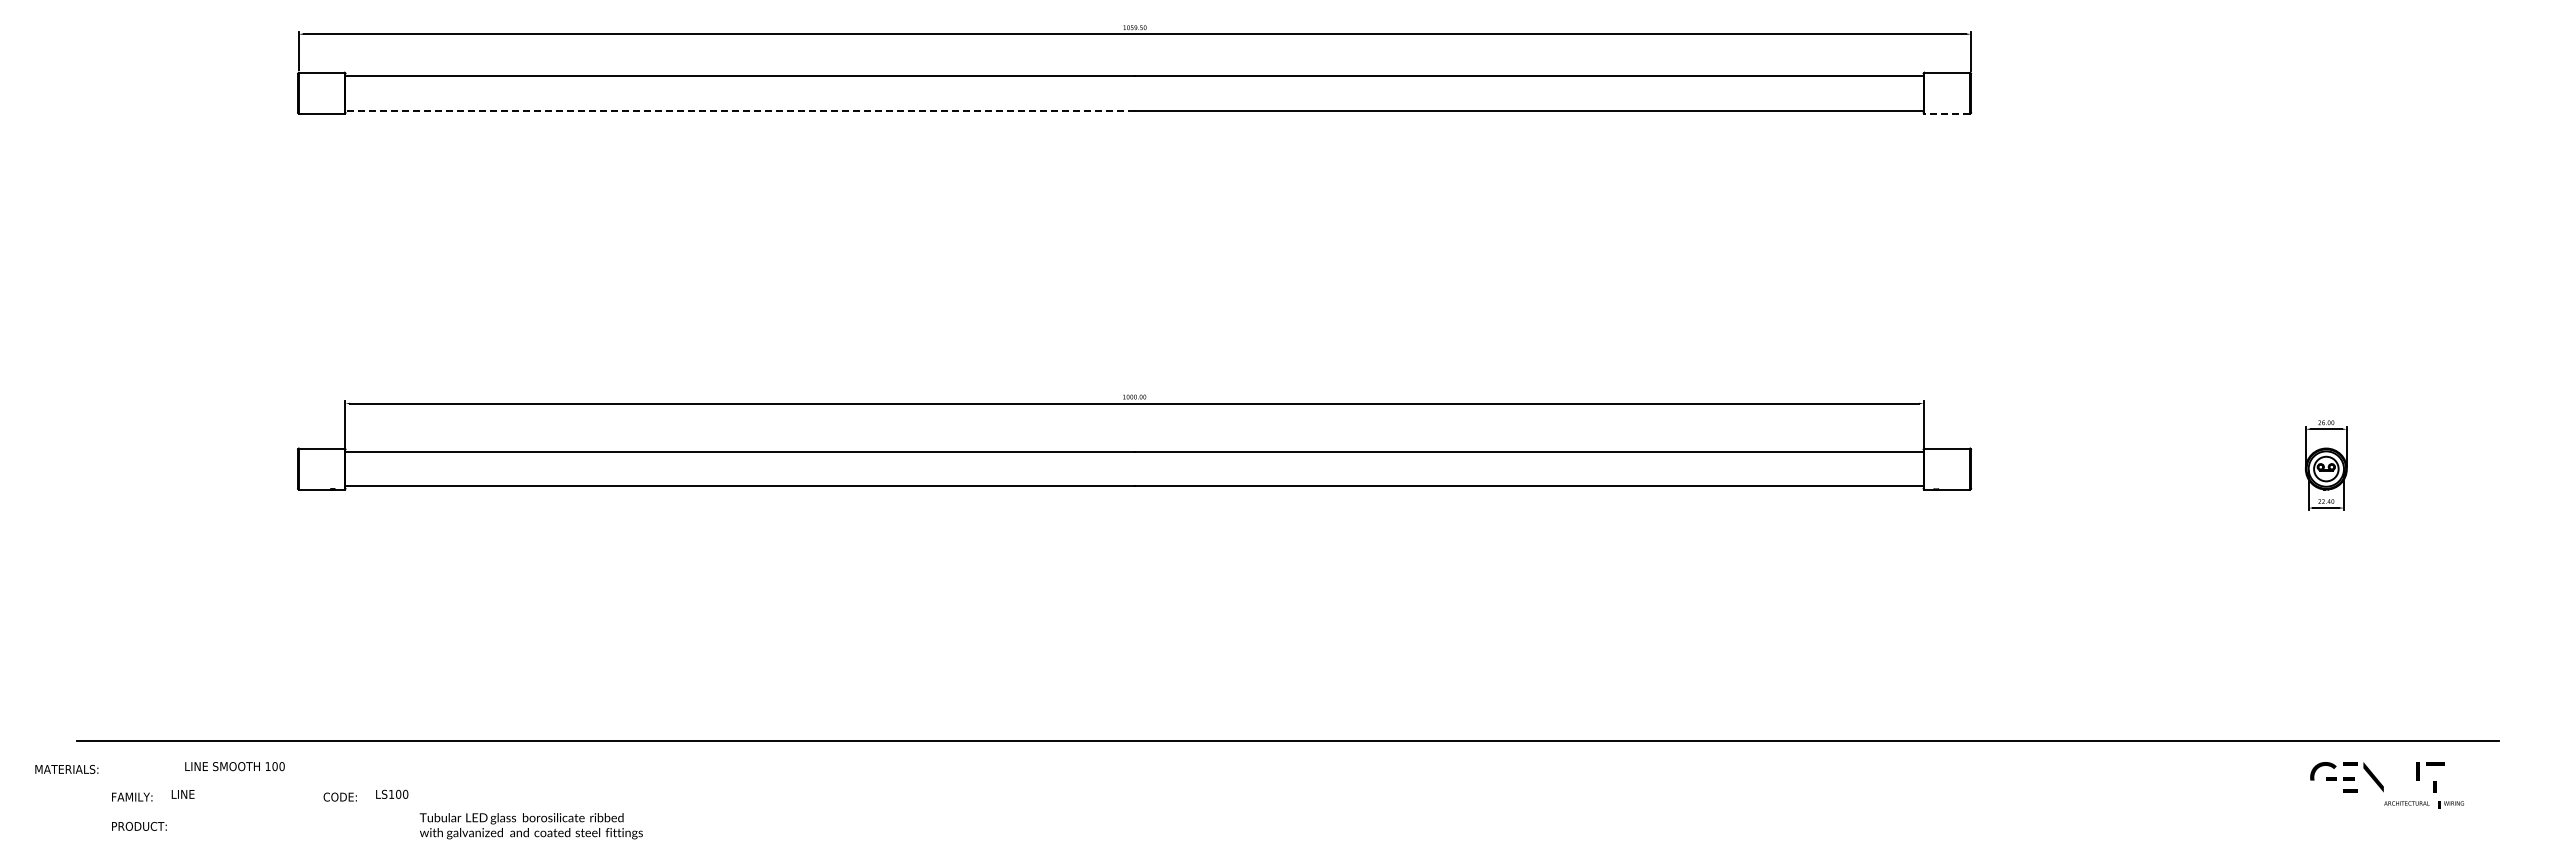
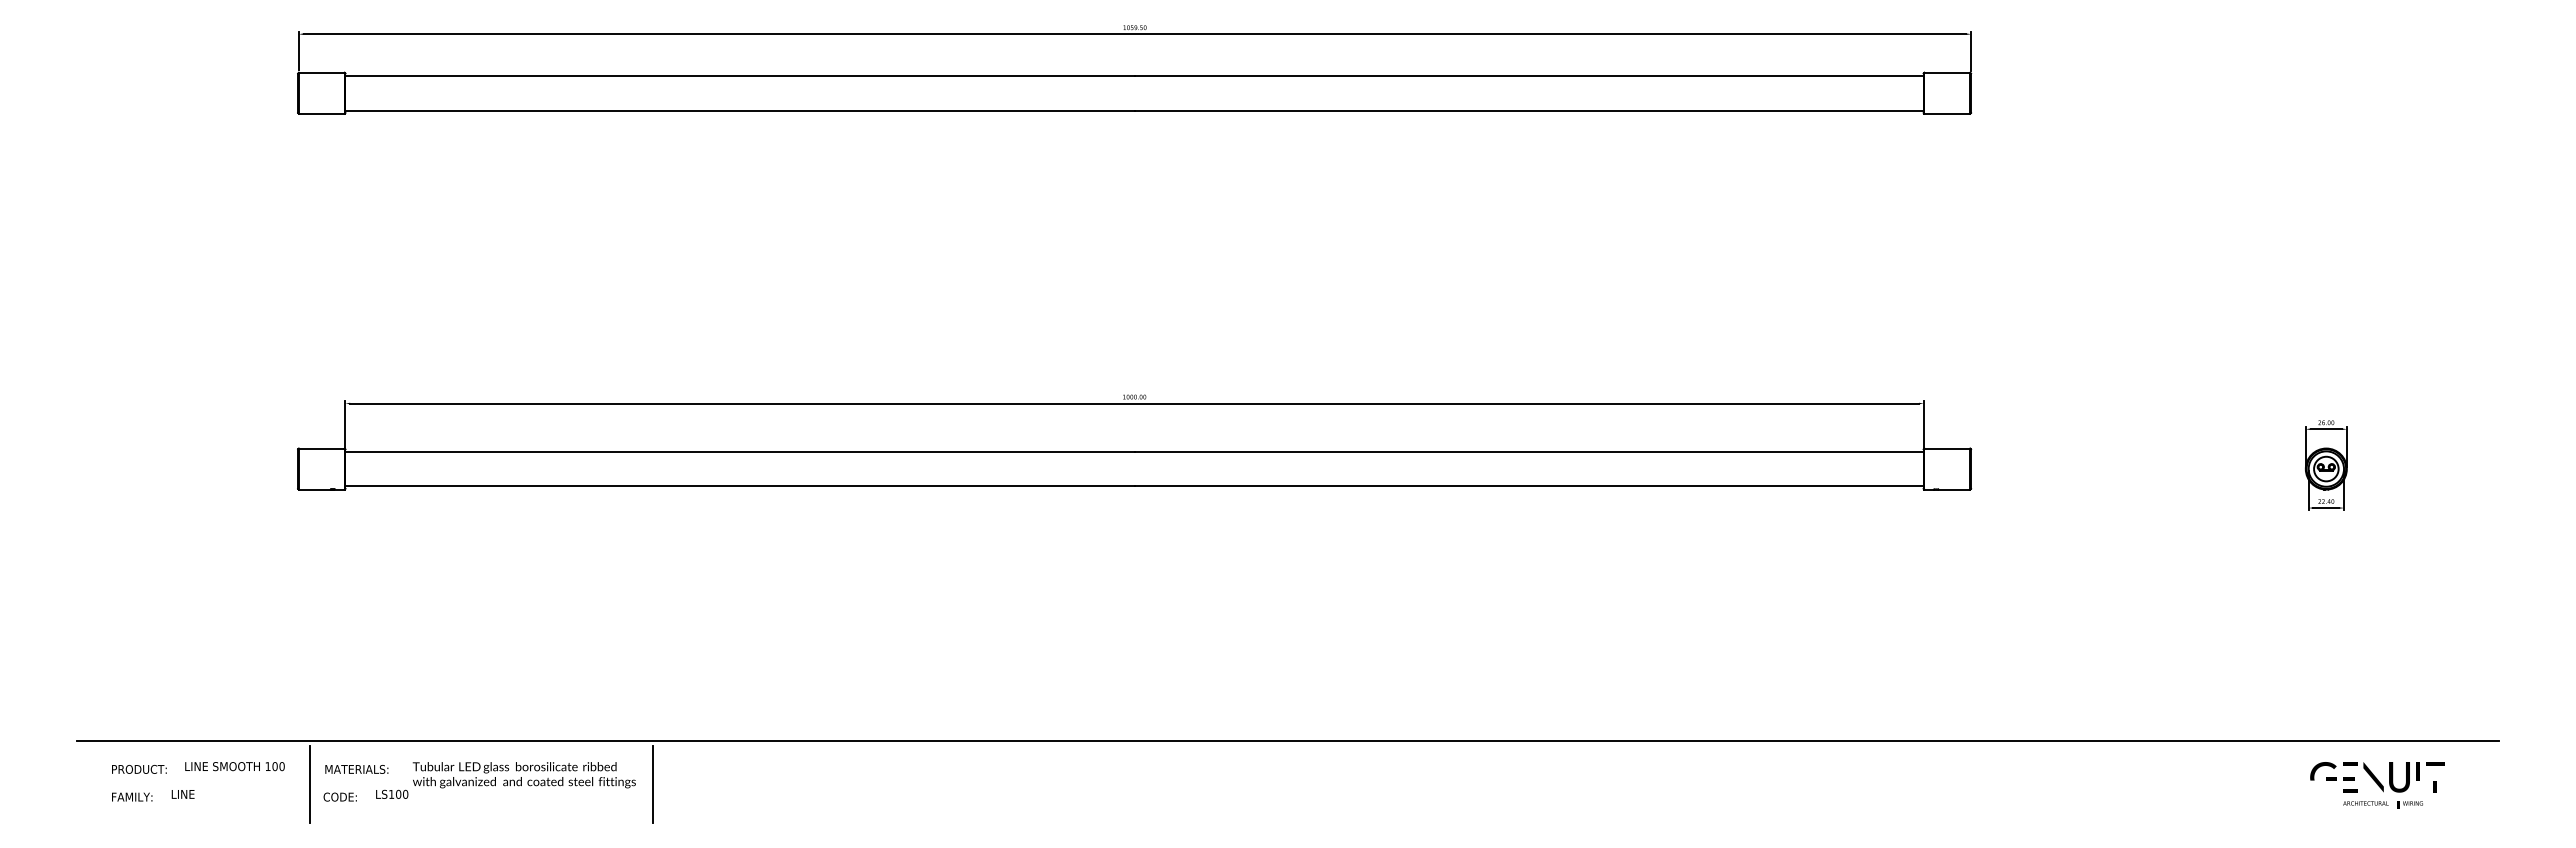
line at (740, 110): dashed -> solid
line at (1947, 113): dashed -> solid
text at (66, 769) position: (66, 769) -> (356, 769)
fill at (2399, 776): none -> present
line at (310, 784): none -> present
line at (653, 784): none -> present
text at (2423, 804) position: (2423, 804) -> (2382, 804)
text at (139, 826) position: (139, 826) -> (139, 769)
text at (530, 826) position: (530, 826) -> (523, 775)
